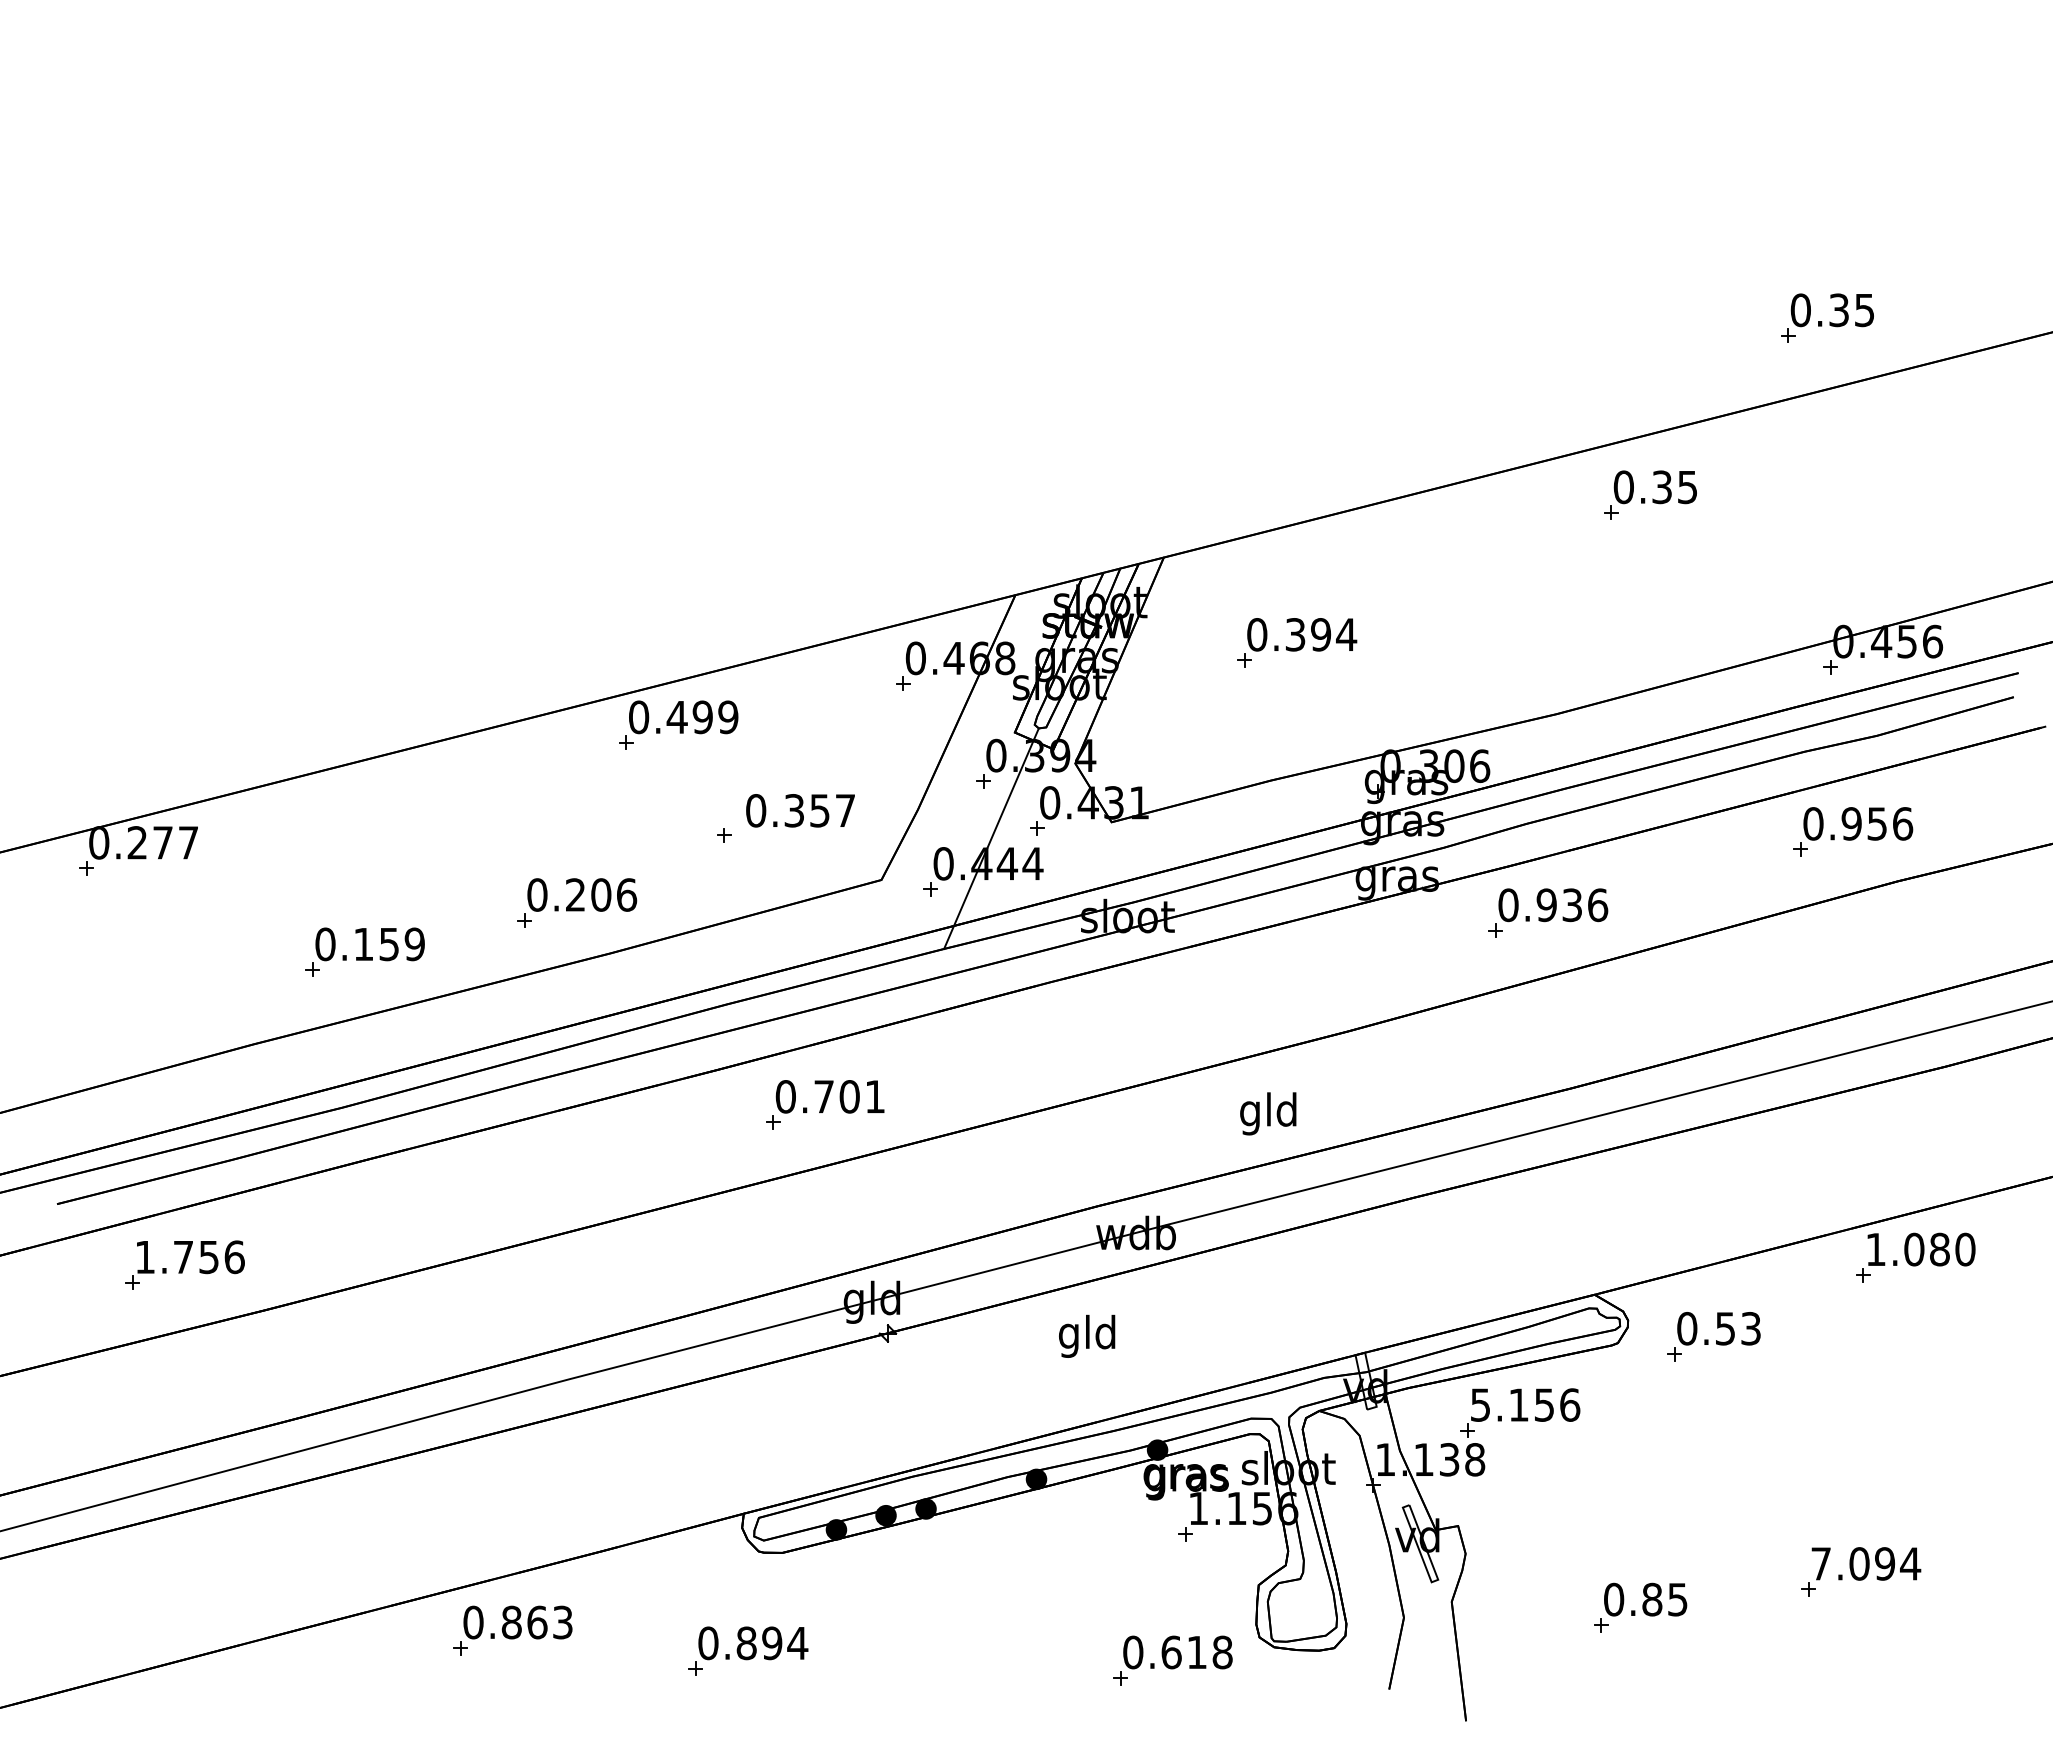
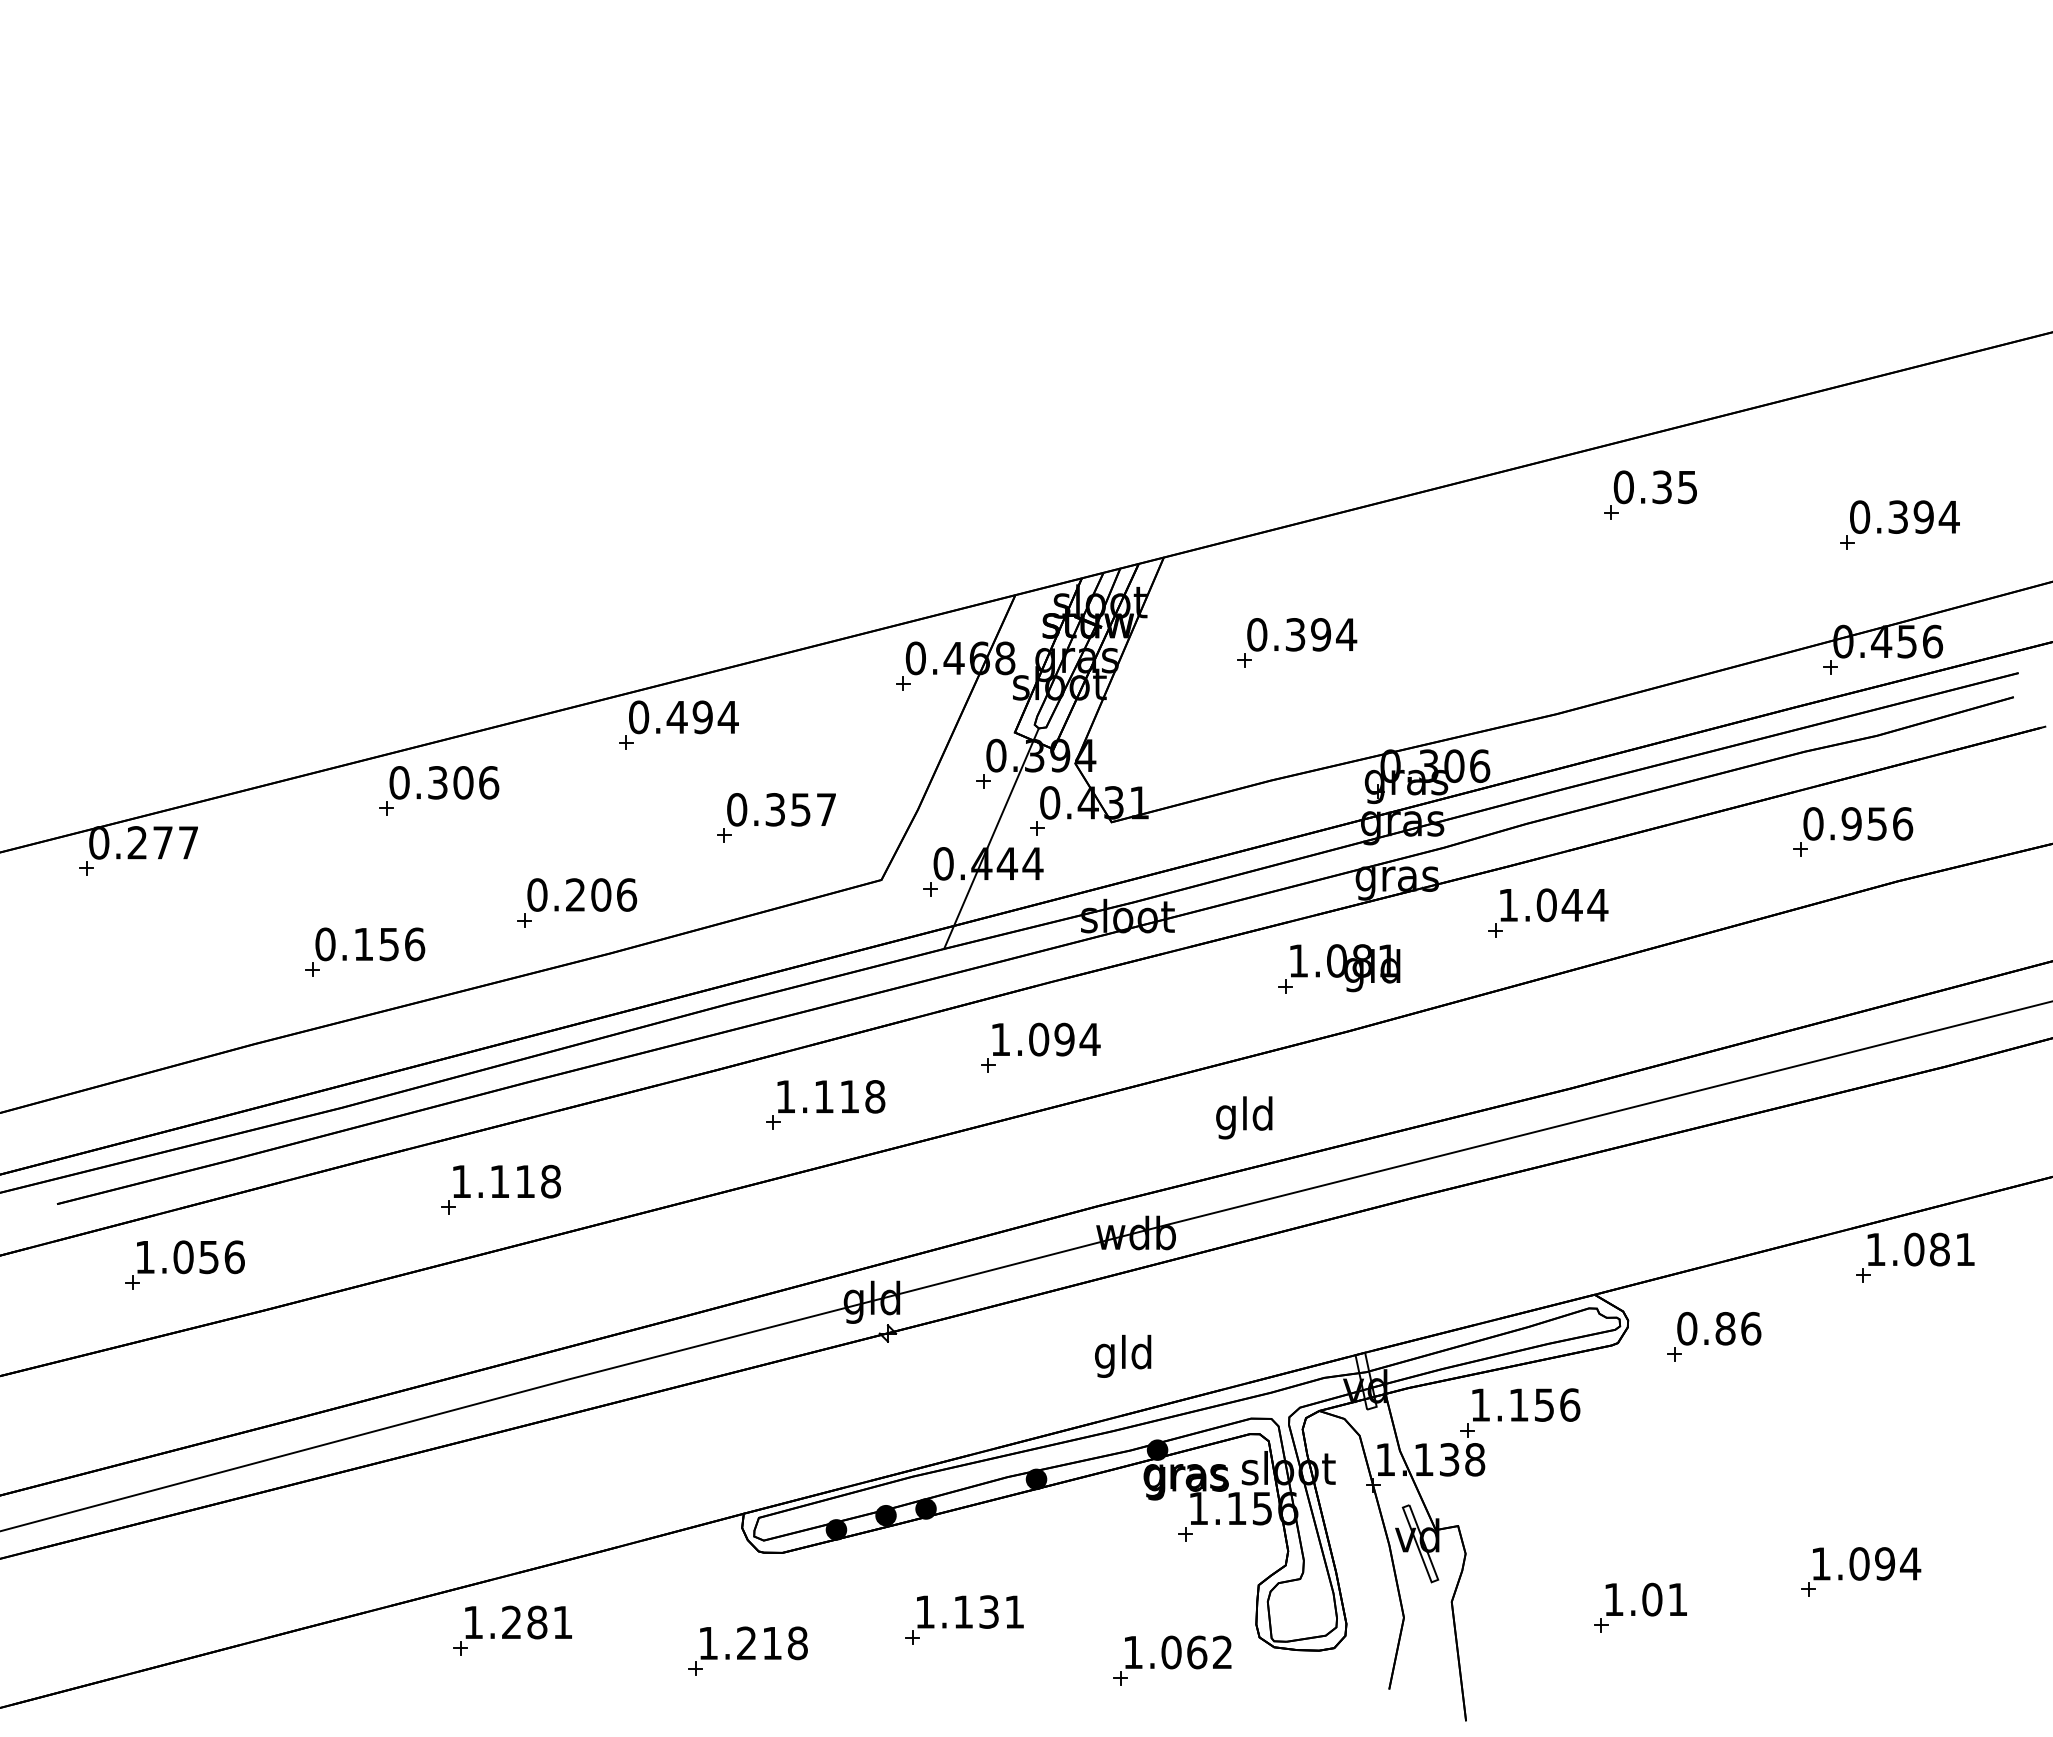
part at (1827, 317): present -> none
part at (1899, 524): none -> present
text at (727, 717): 0.499 -> 0.494
part at (439, 790): none -> present
text at (800, 810) position: (800, 810) -> (781, 809)
text at (1553, 905): 0.936 -> 1.044
text at (414, 944): 0.159 -> 0.156
part at (1339, 968): none -> present
part at (1040, 1047): none -> present
text at (830, 1096): 0.701 -> 1.118
text at (1268, 1113) position: (1268, 1113) -> (1244, 1117)
part at (500, 1189): none -> present
text at (1965, 1249): 1.080 -> 1.081
text at (183, 1257): 1.756 -> 1.056
text at (1738, 1328): 0.53 -> 0.86
text at (1087, 1335) position: (1087, 1335) -> (1123, 1355)
text at (1480, 1404): 5.156 -> 1.156
text at (1820, 1563): 7.094 -> 1.094
text at (1645, 1599): 0.85 -> 1.01
part at (964, 1619): none -> present
text at (517, 1622): 0.863 -> 1.281
text at (753, 1643): 0.894 -> 1.218
text at (1177, 1652): 0.618 -> 1.062
